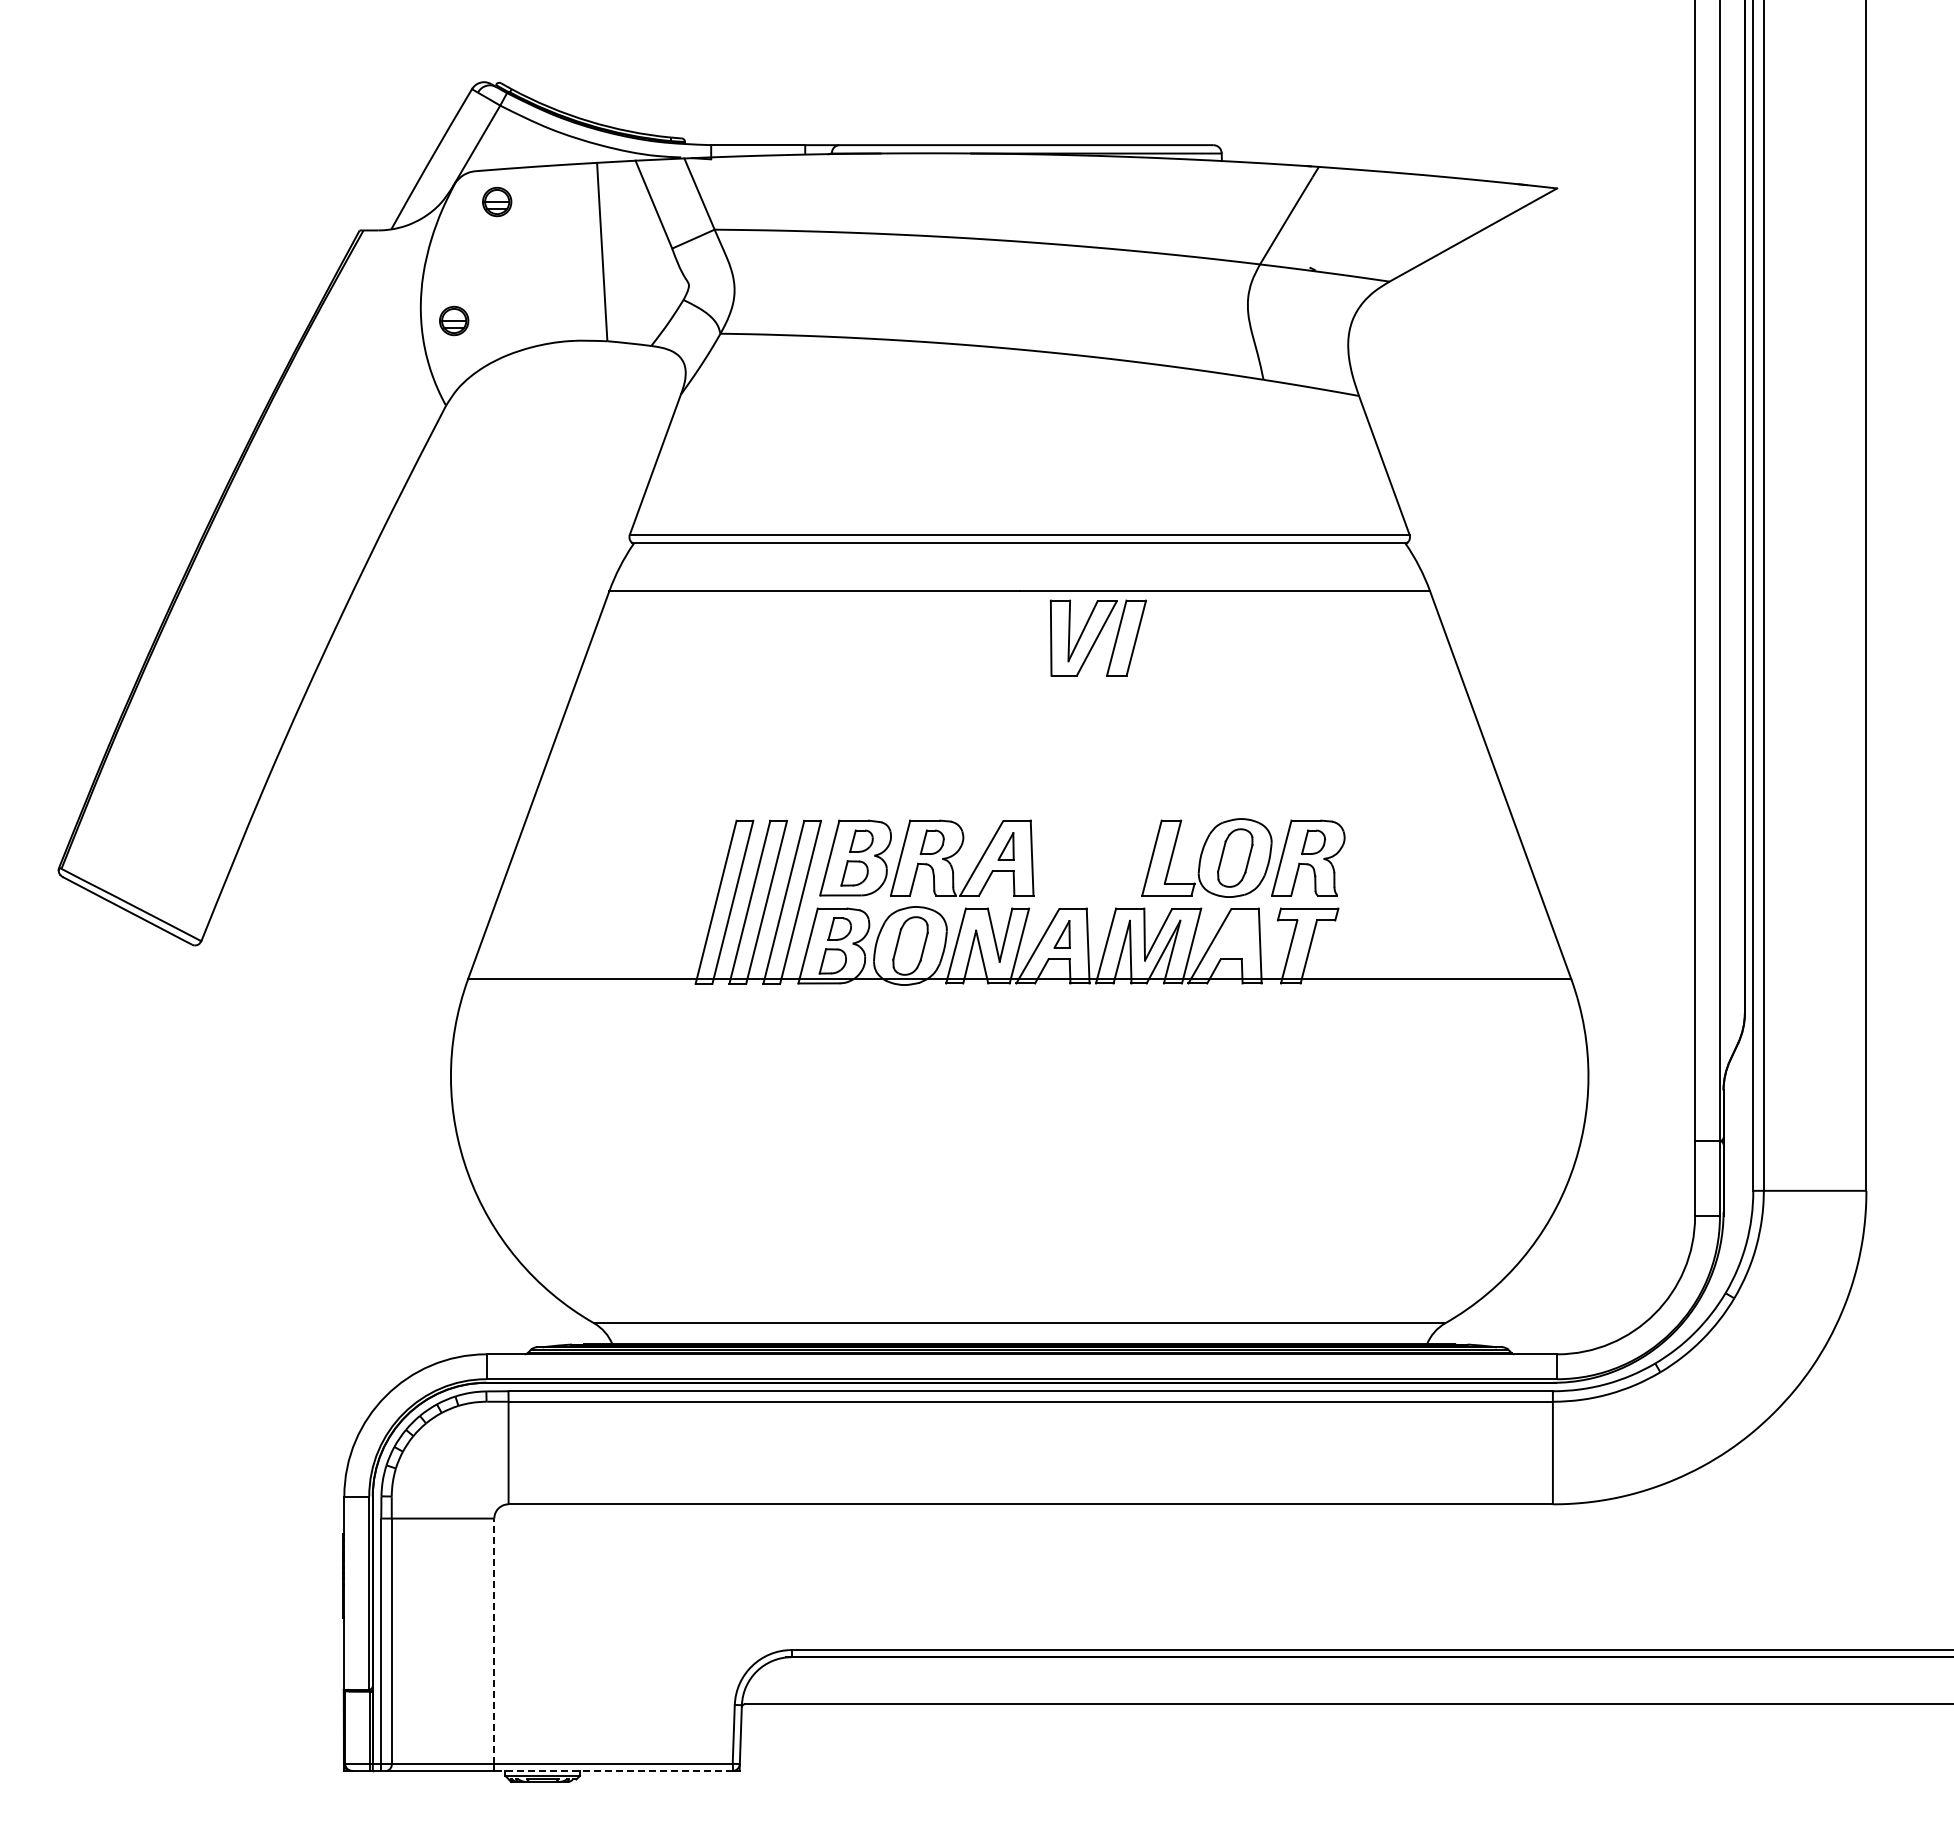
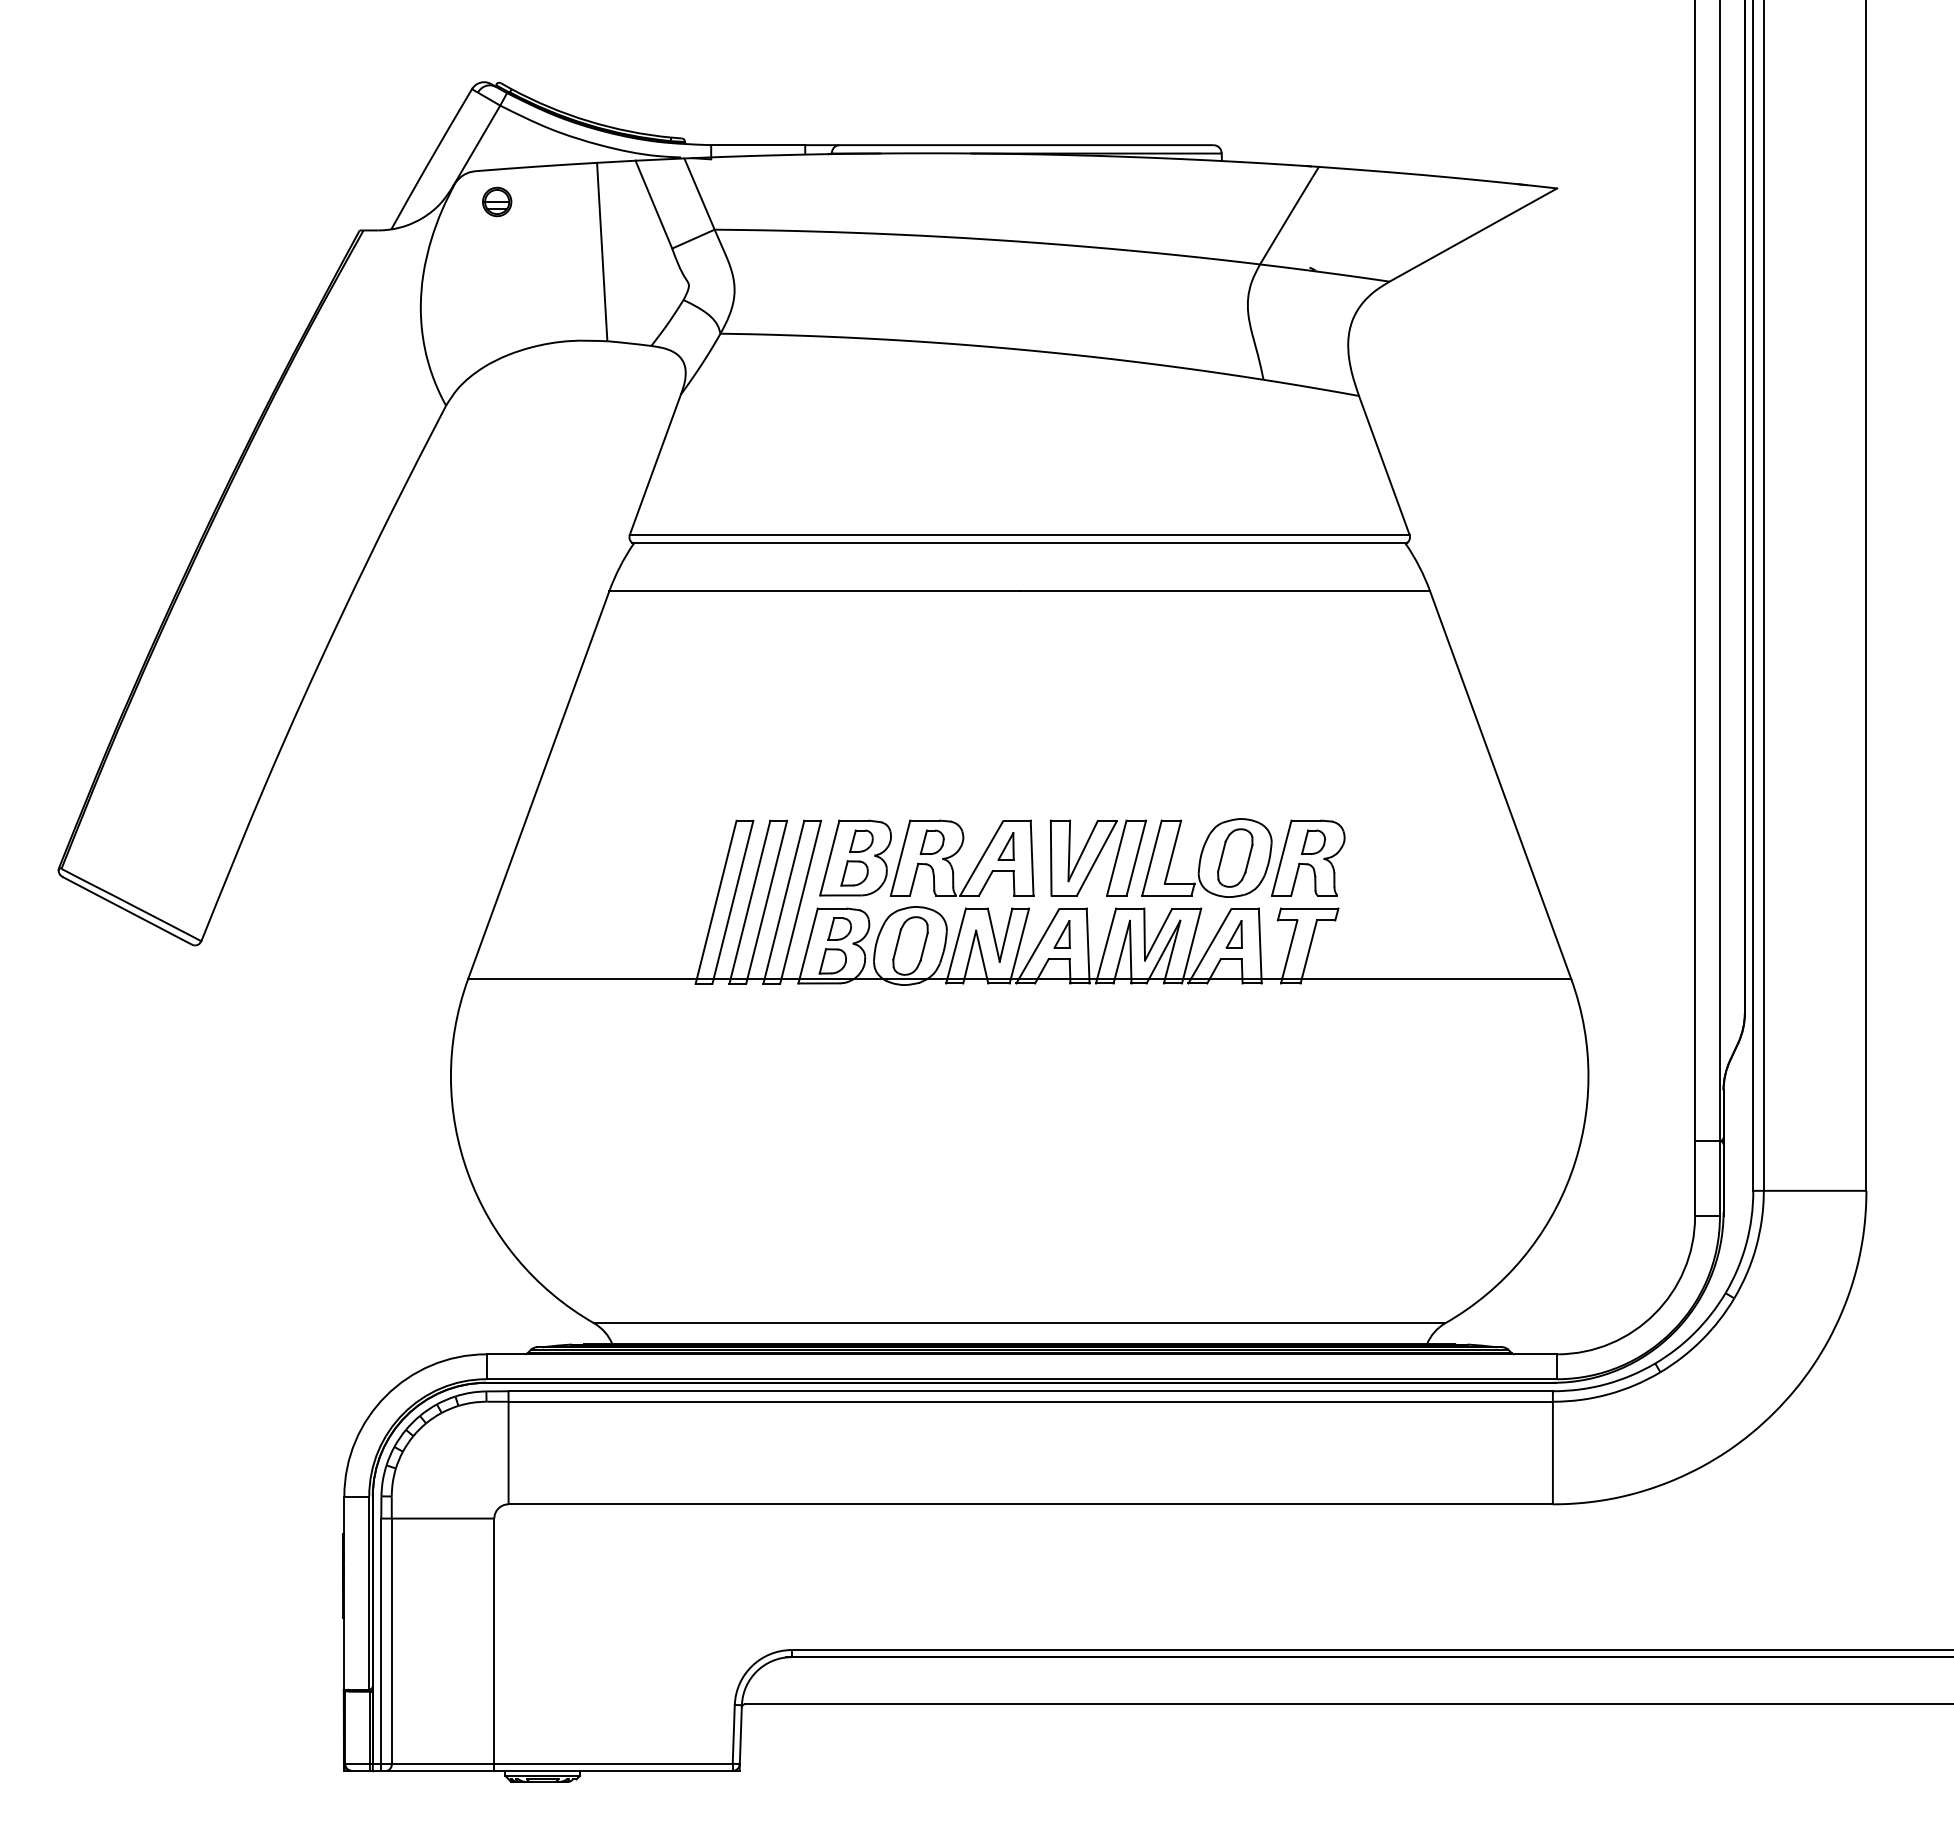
part at (454, 320): present -> none
part at (1098, 637) position: (1098, 637) -> (1098, 857)
part at (1233, 934): none -> present
line at (494, 1641): dashed -> solid
line at (613, 1770): dashed -> solid
